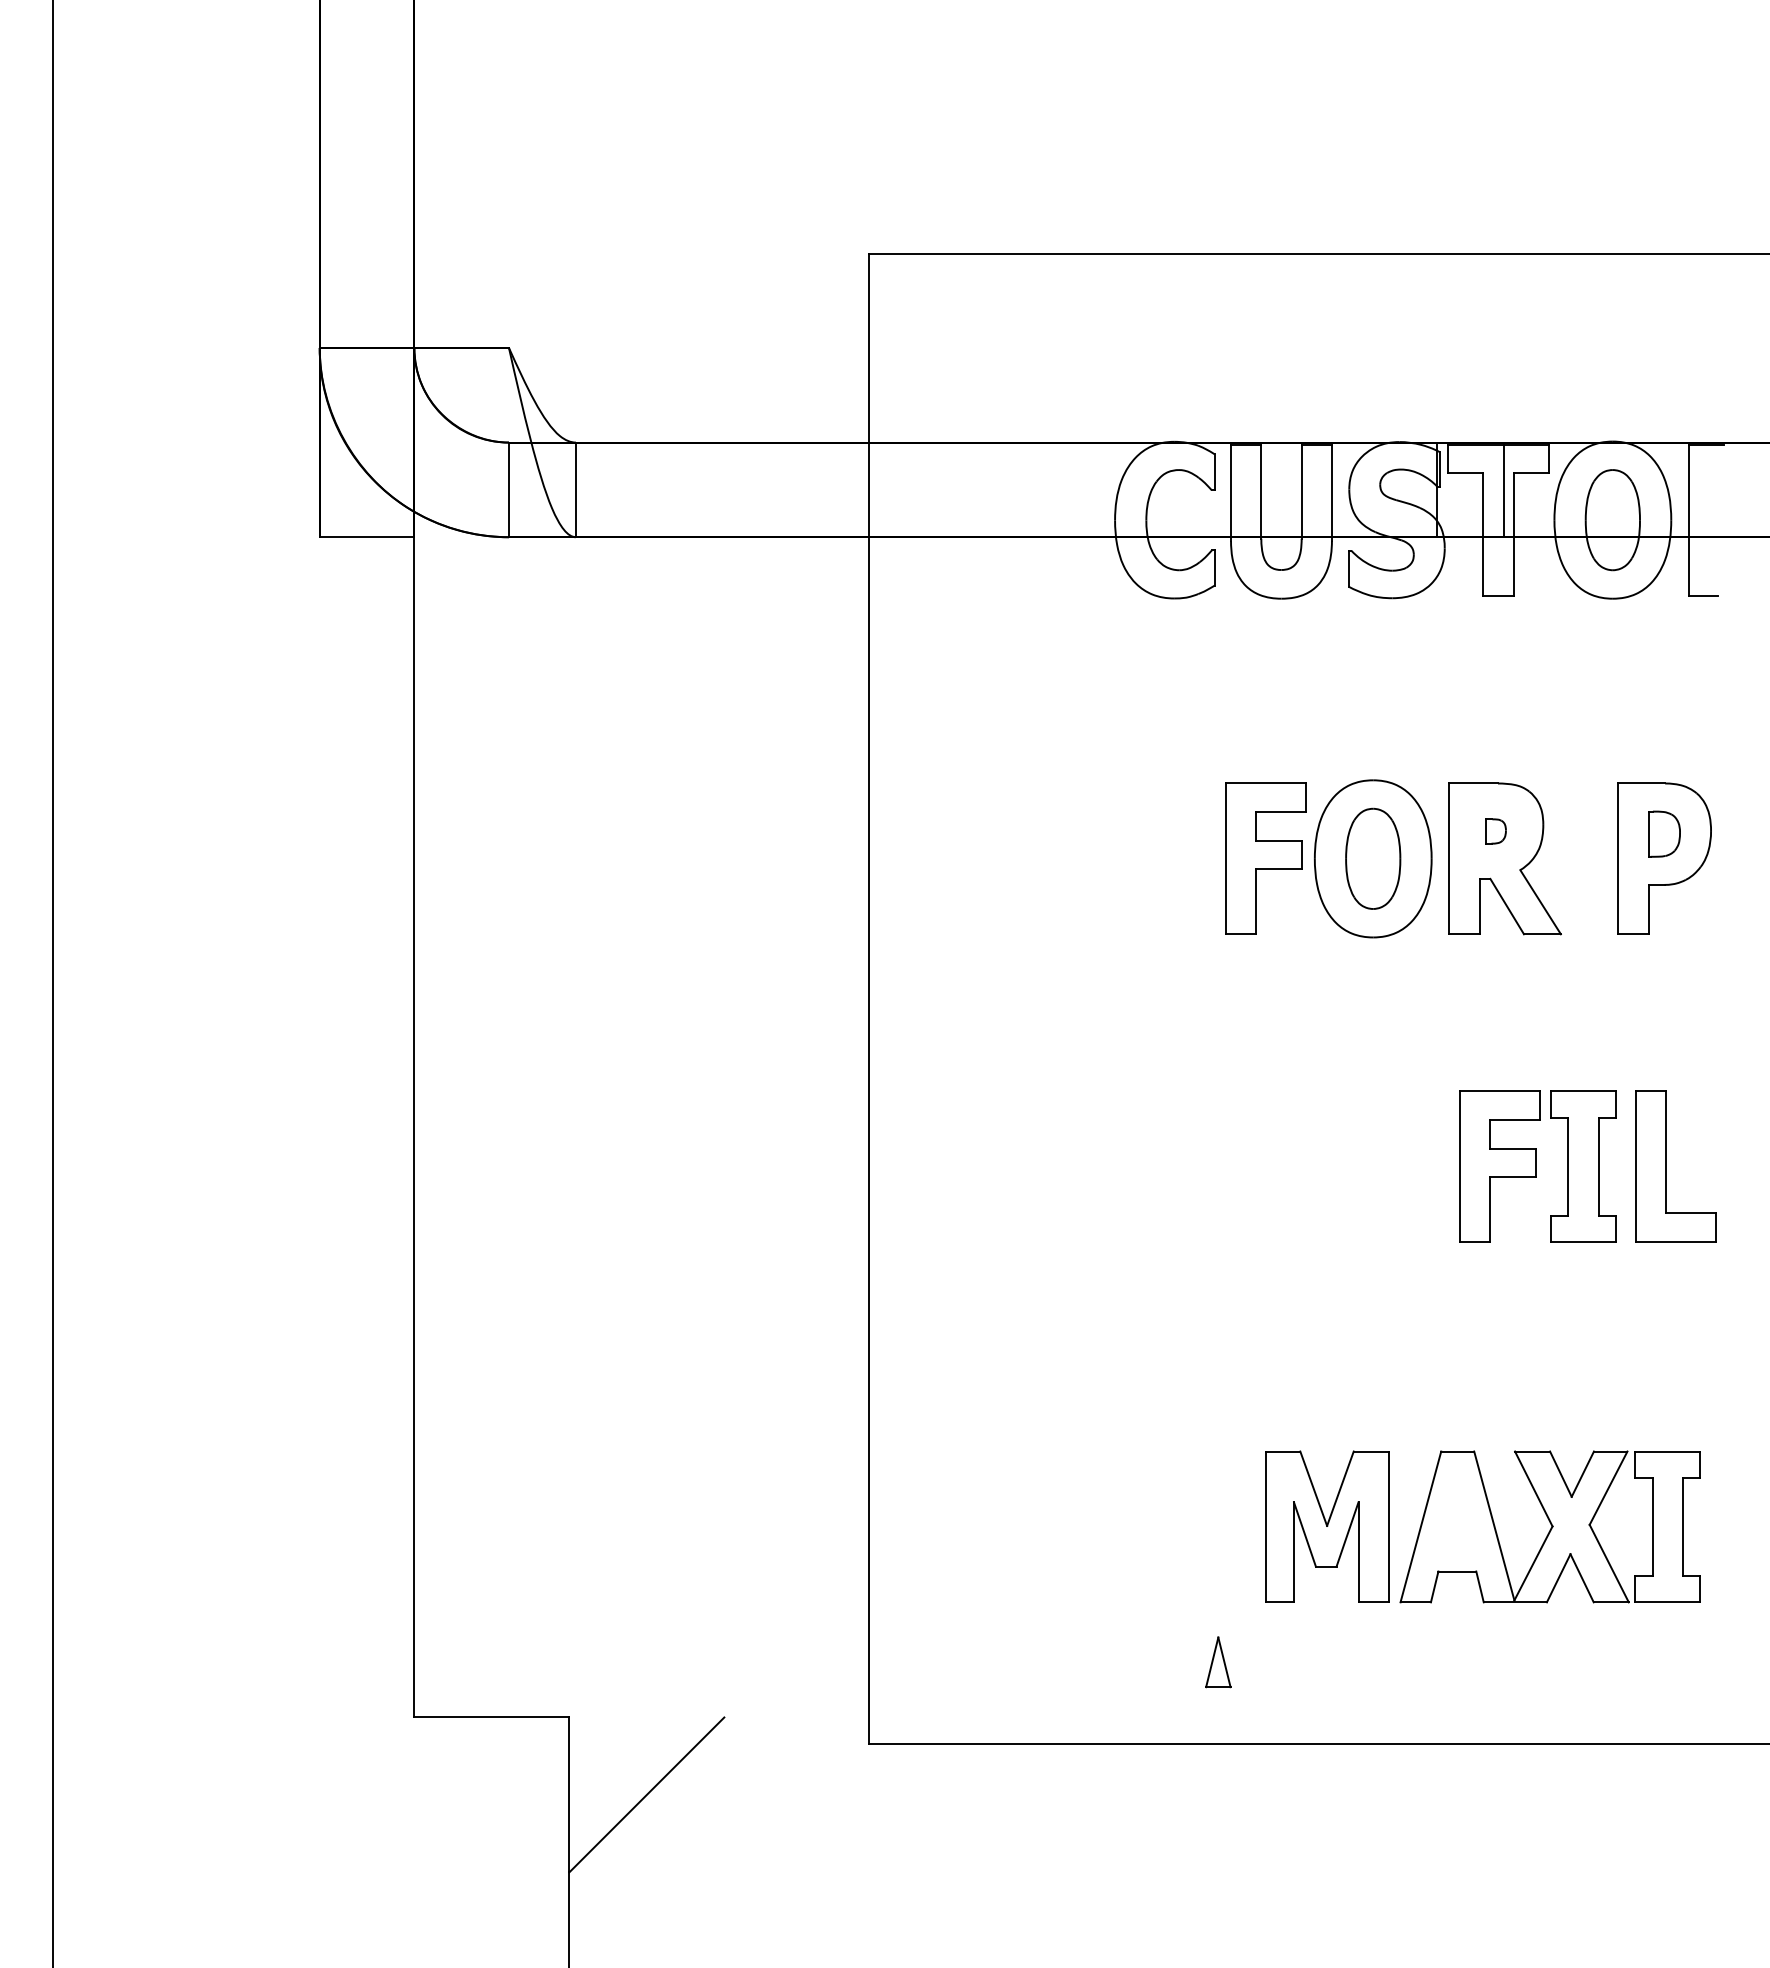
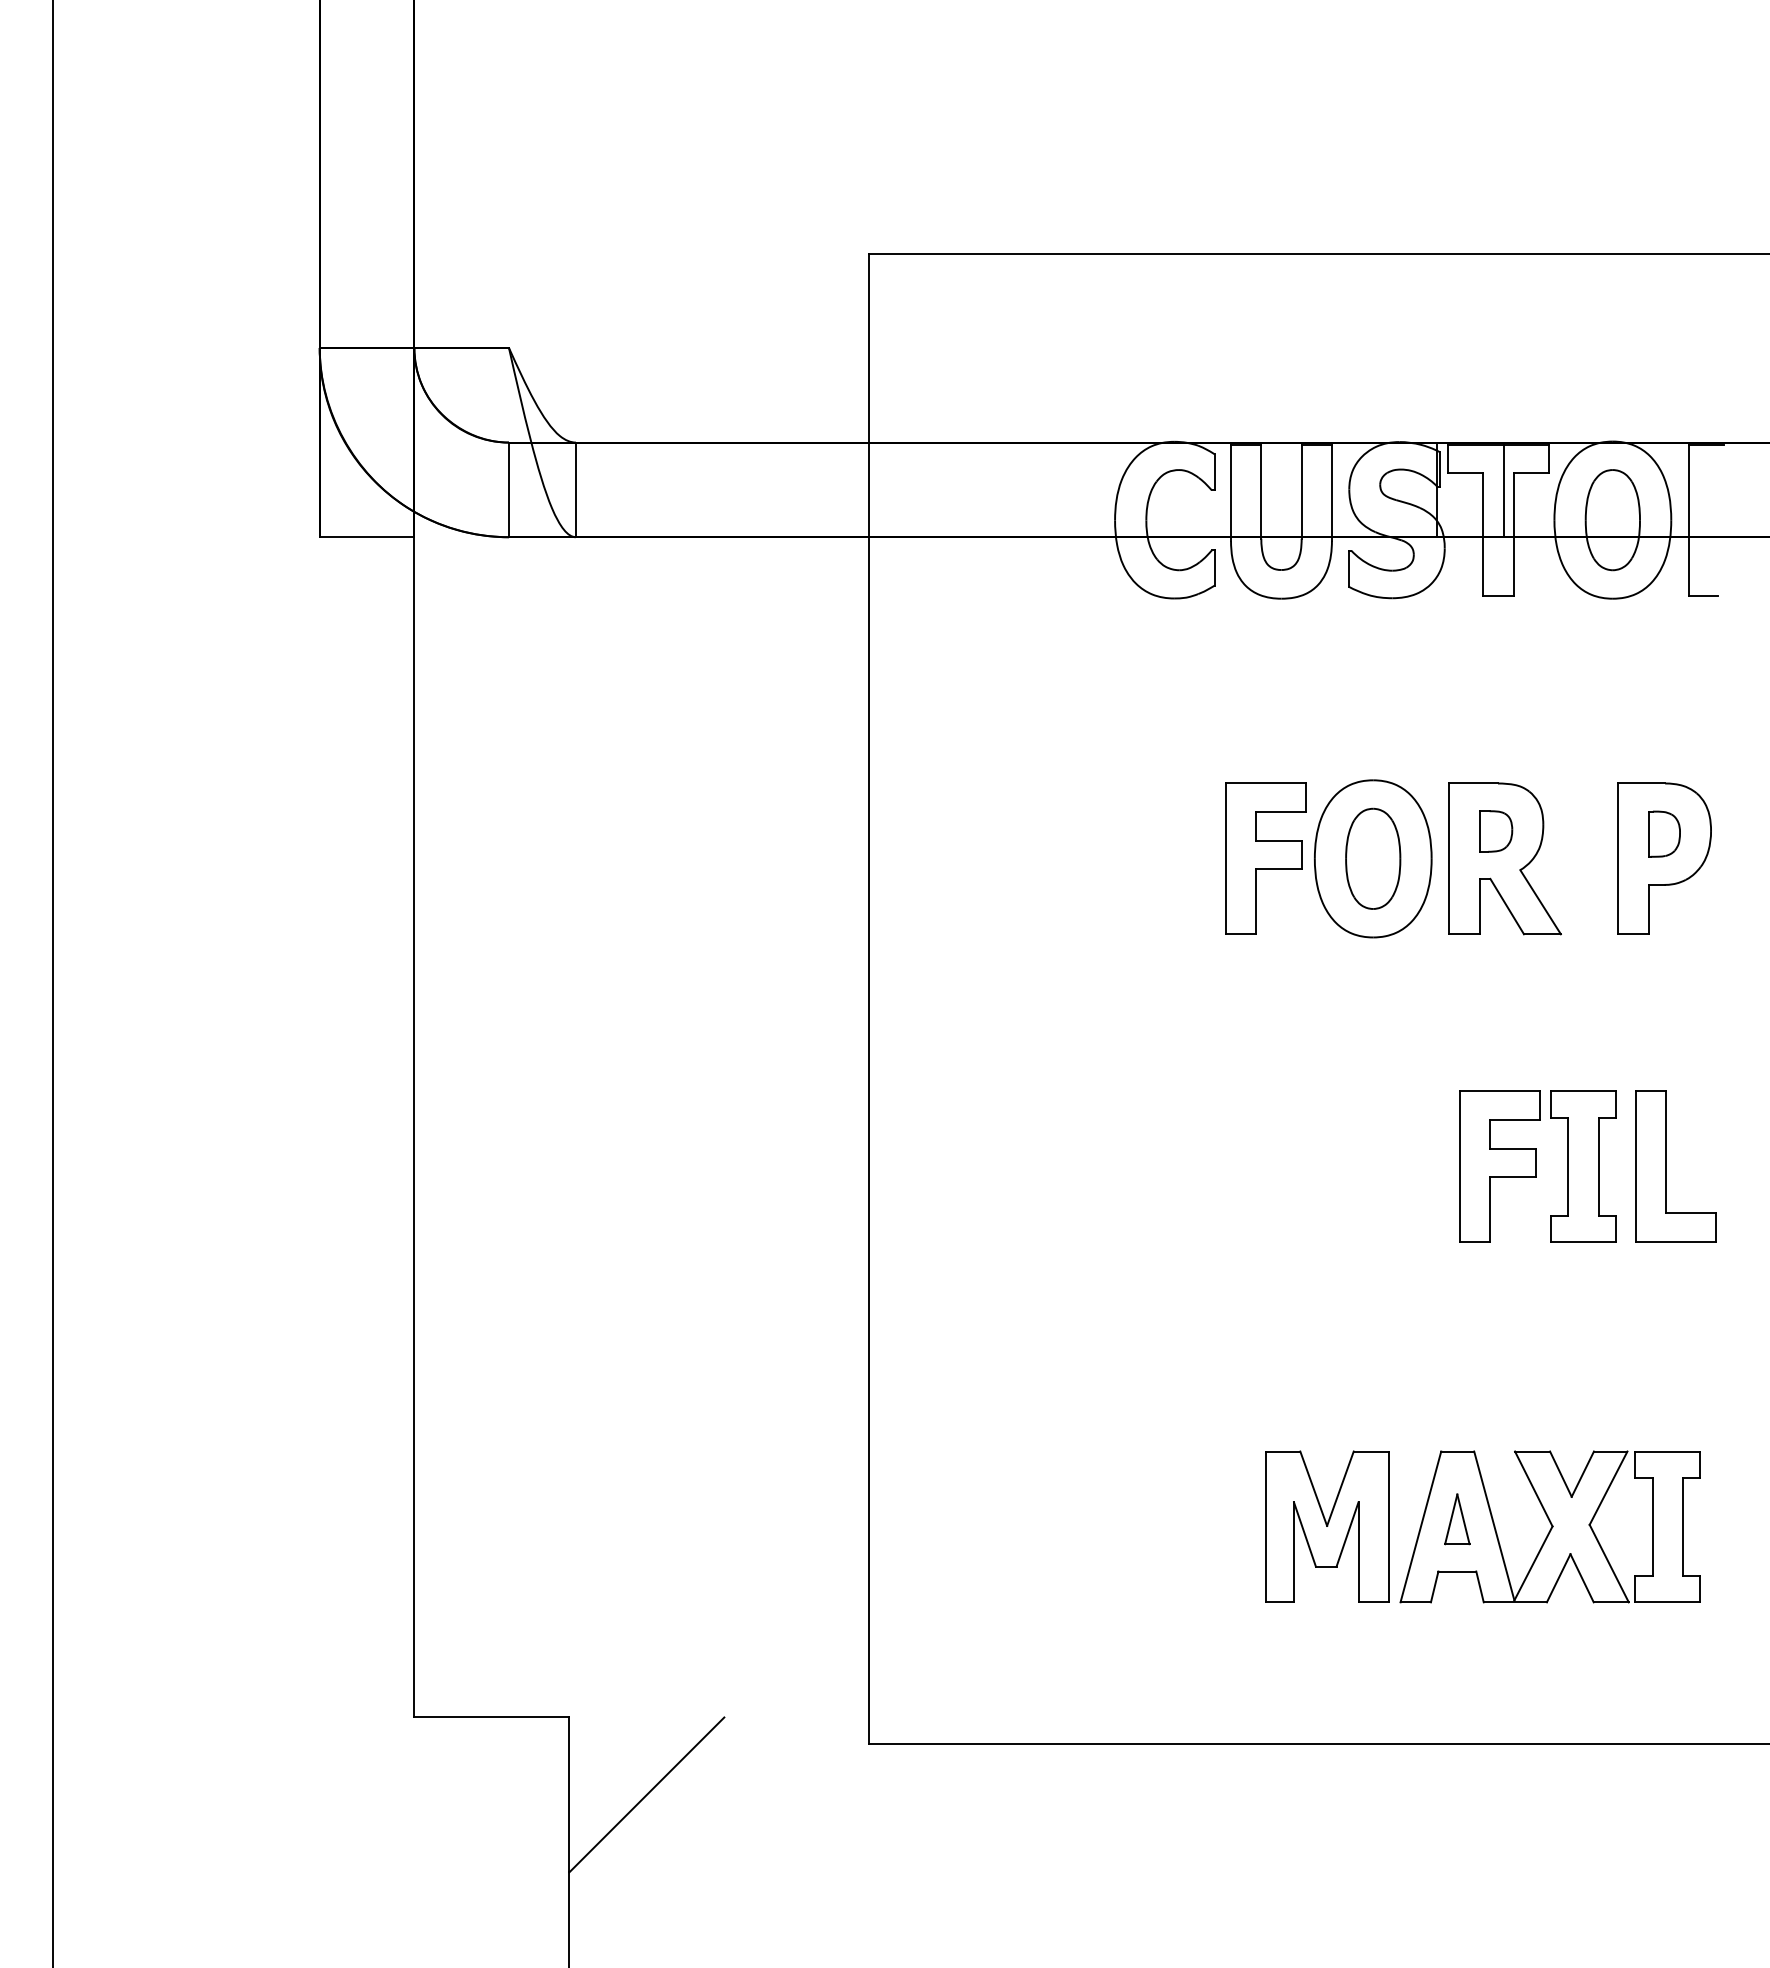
part at (1495, 831) size: 22x27 px -> 35x43 px
part at (1218, 1662) position: (1218, 1662) -> (1457, 1519)
